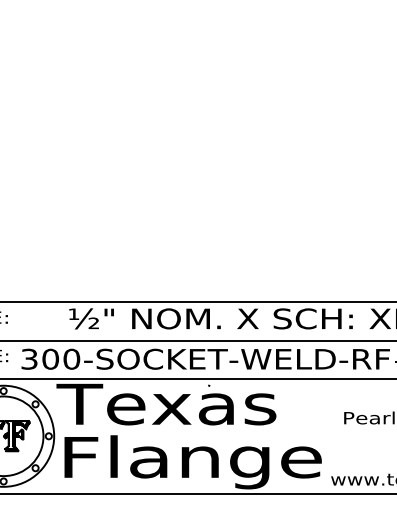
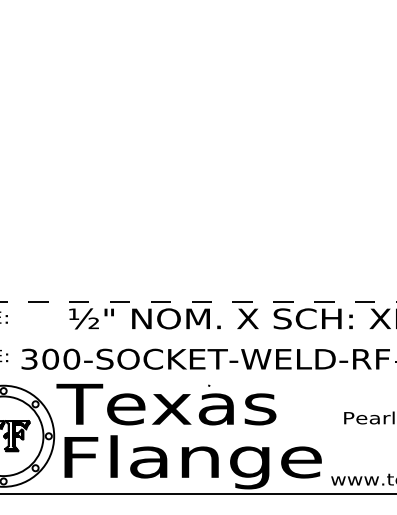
line at (198, 302): solid -> dashed
line at (197, 340): present -> none
line at (197, 378): present -> none
